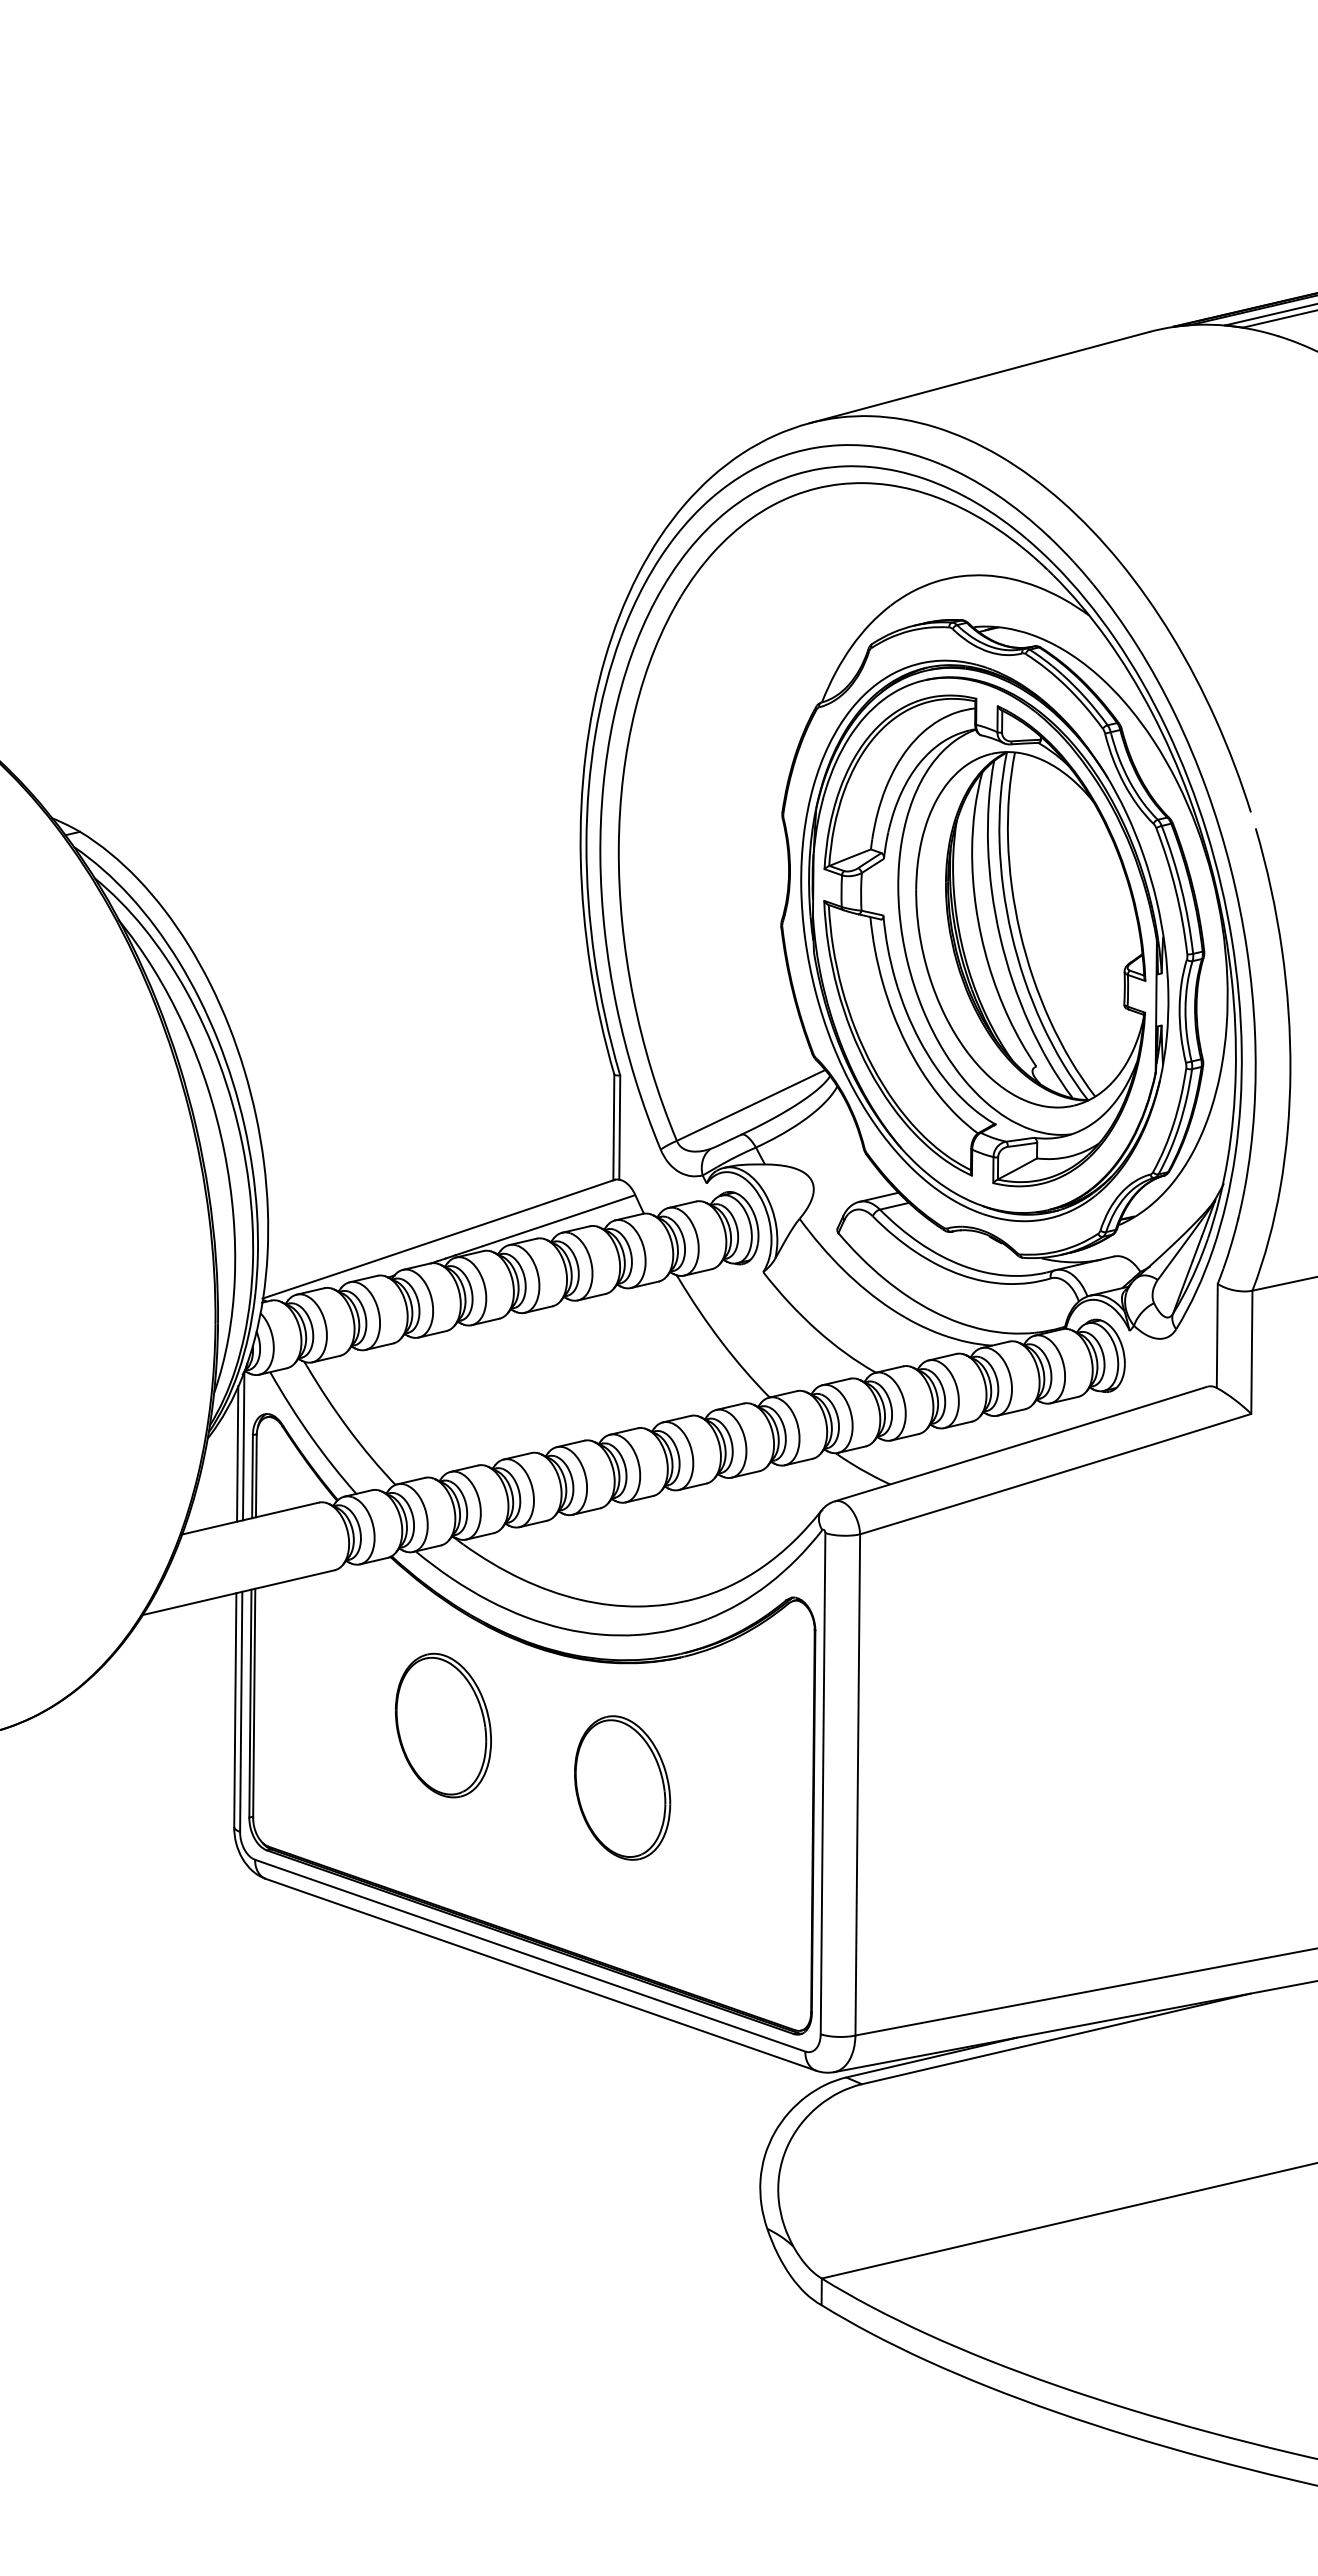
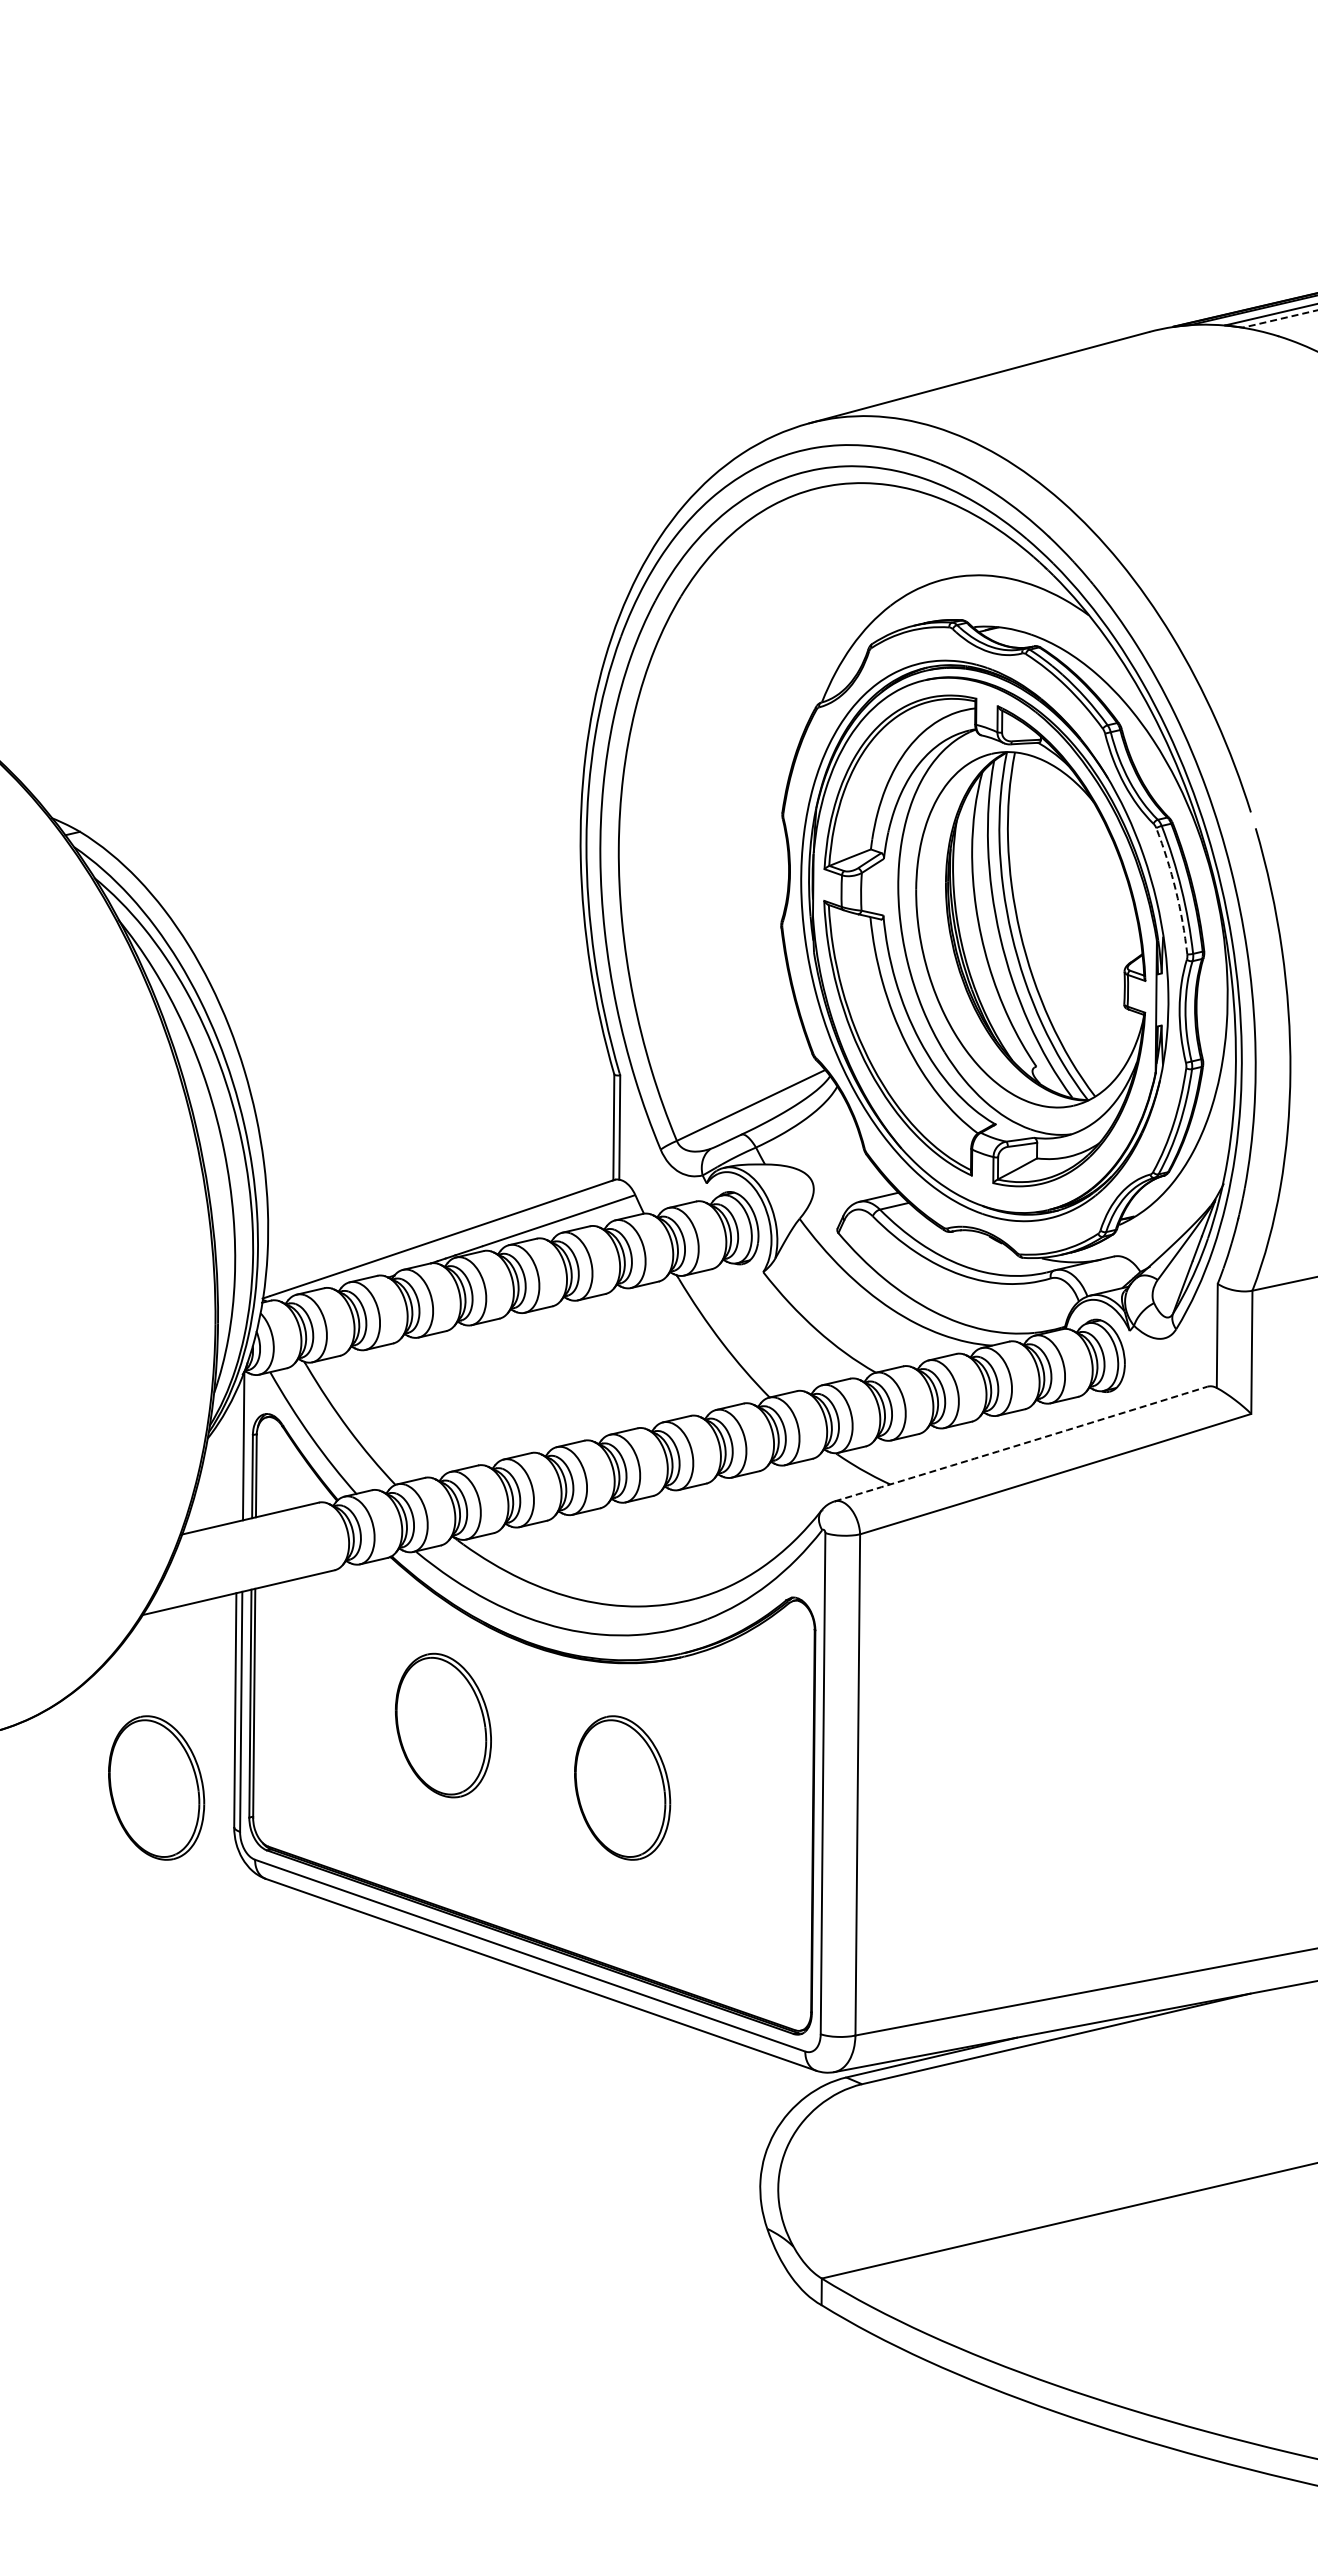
line at (1280, 319): solid -> dashed
arc at (1175, 890): solid -> dashed
arc at (1021, 1444): solid -> dashed
line at (237, 1453): present -> none
part at (156, 1787): none -> present
